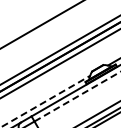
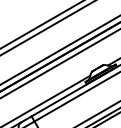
line at (47, 28): none -> present
line at (77, 96): dashed -> solid
line at (45, 101): dashed -> solid
